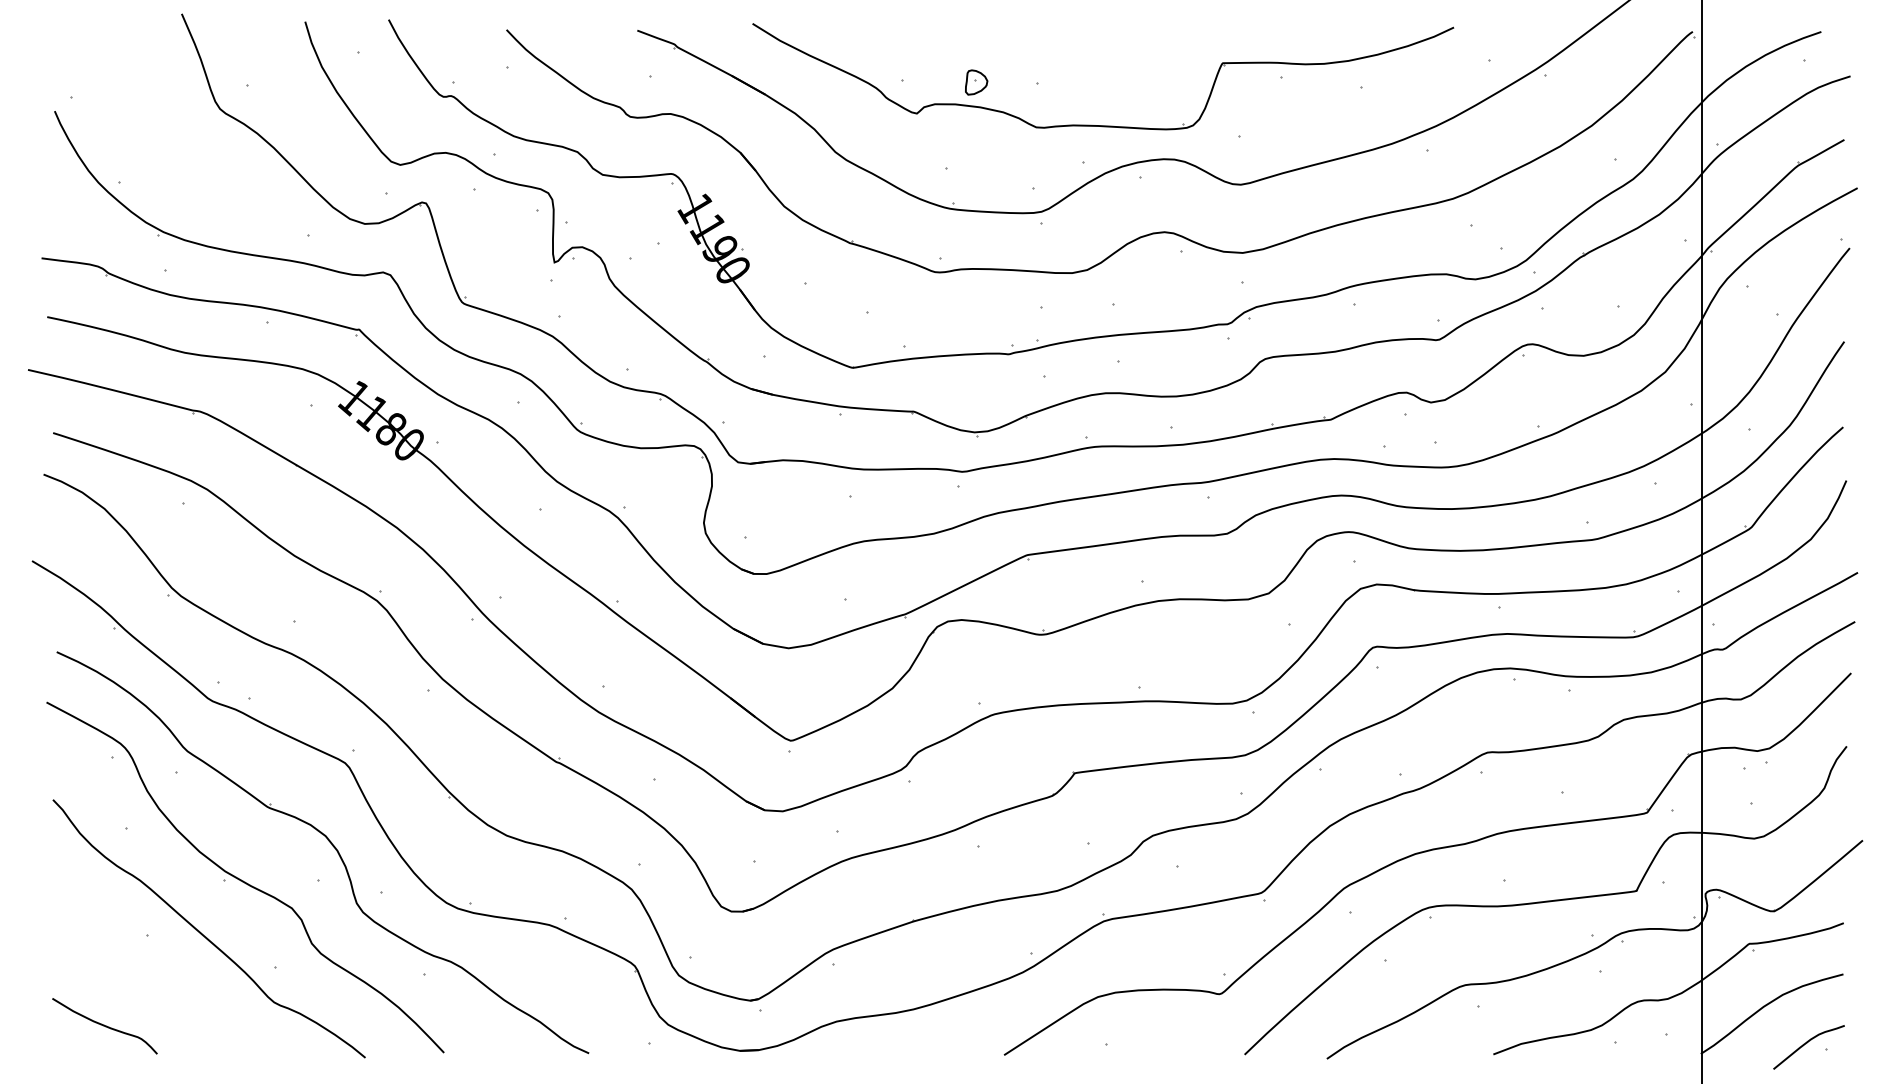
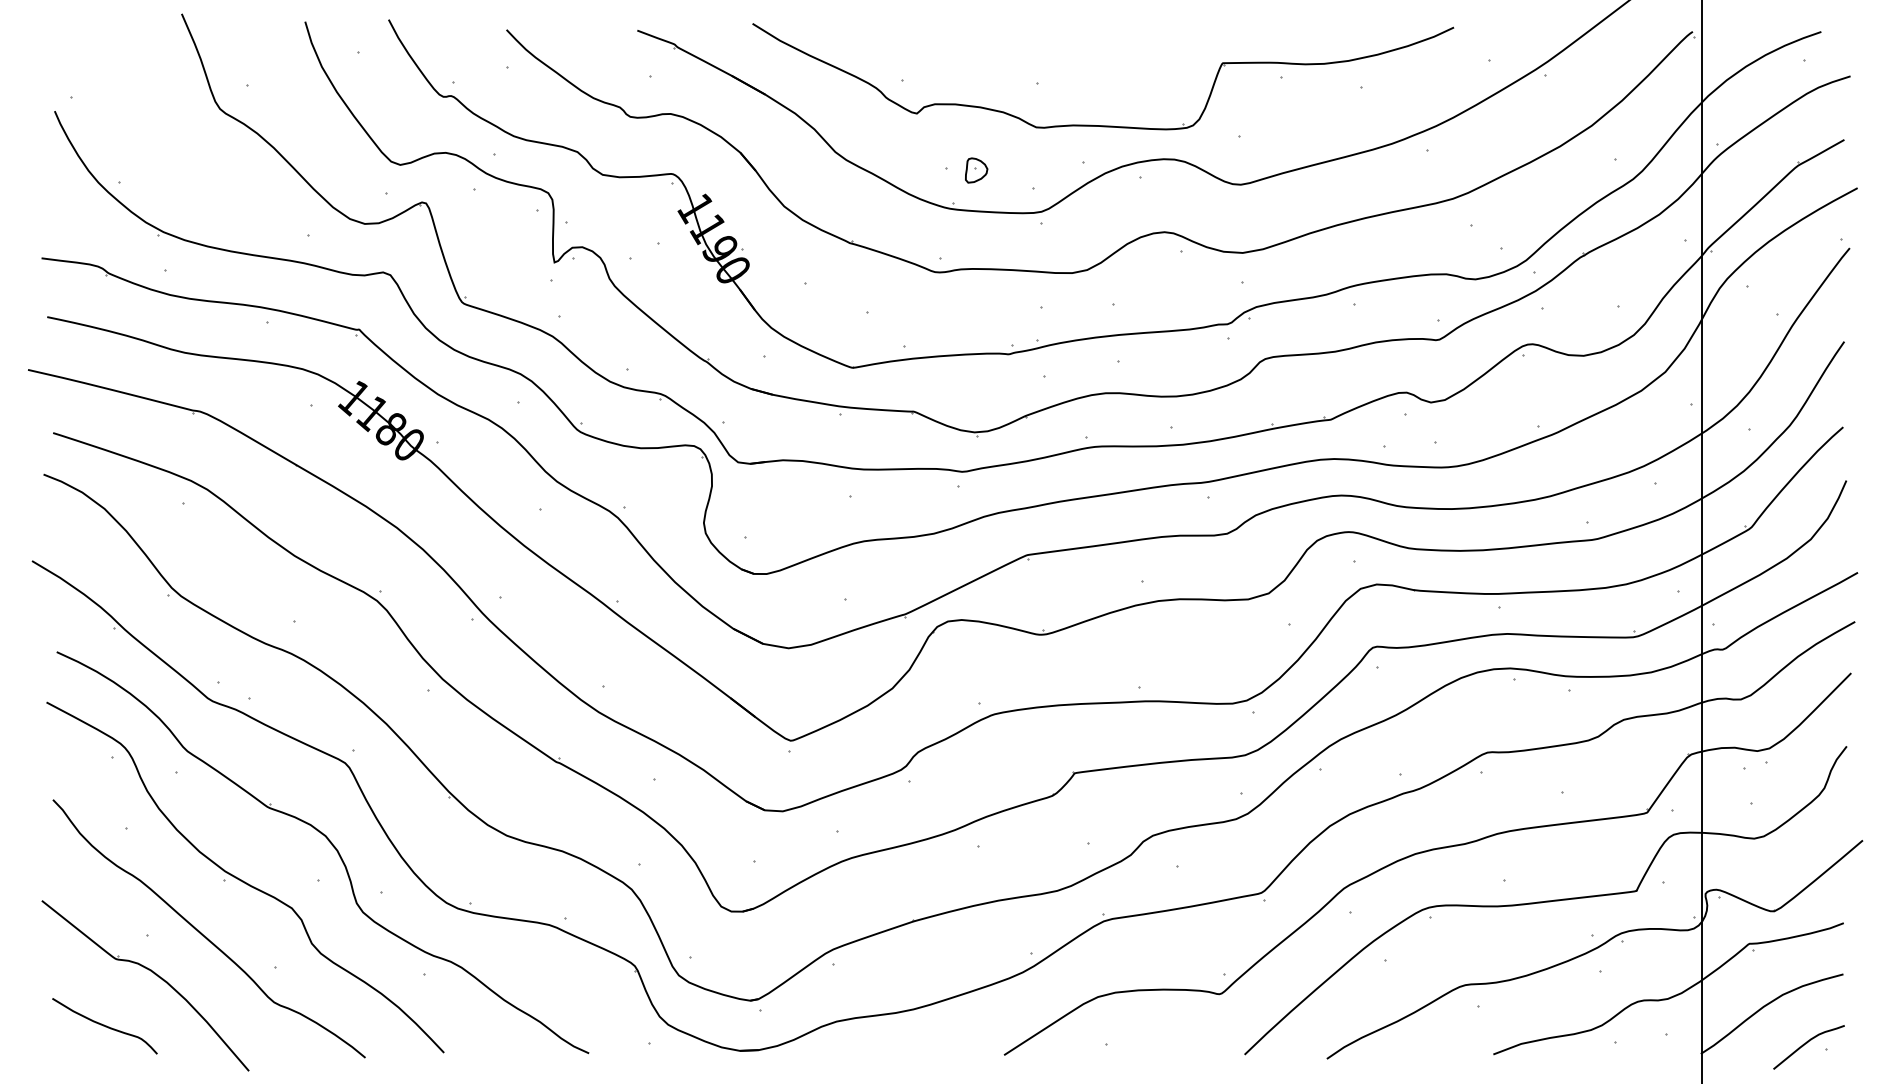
part at (976, 82) position: (976, 82) -> (976, 170)
part at (155, 975): none -> present
